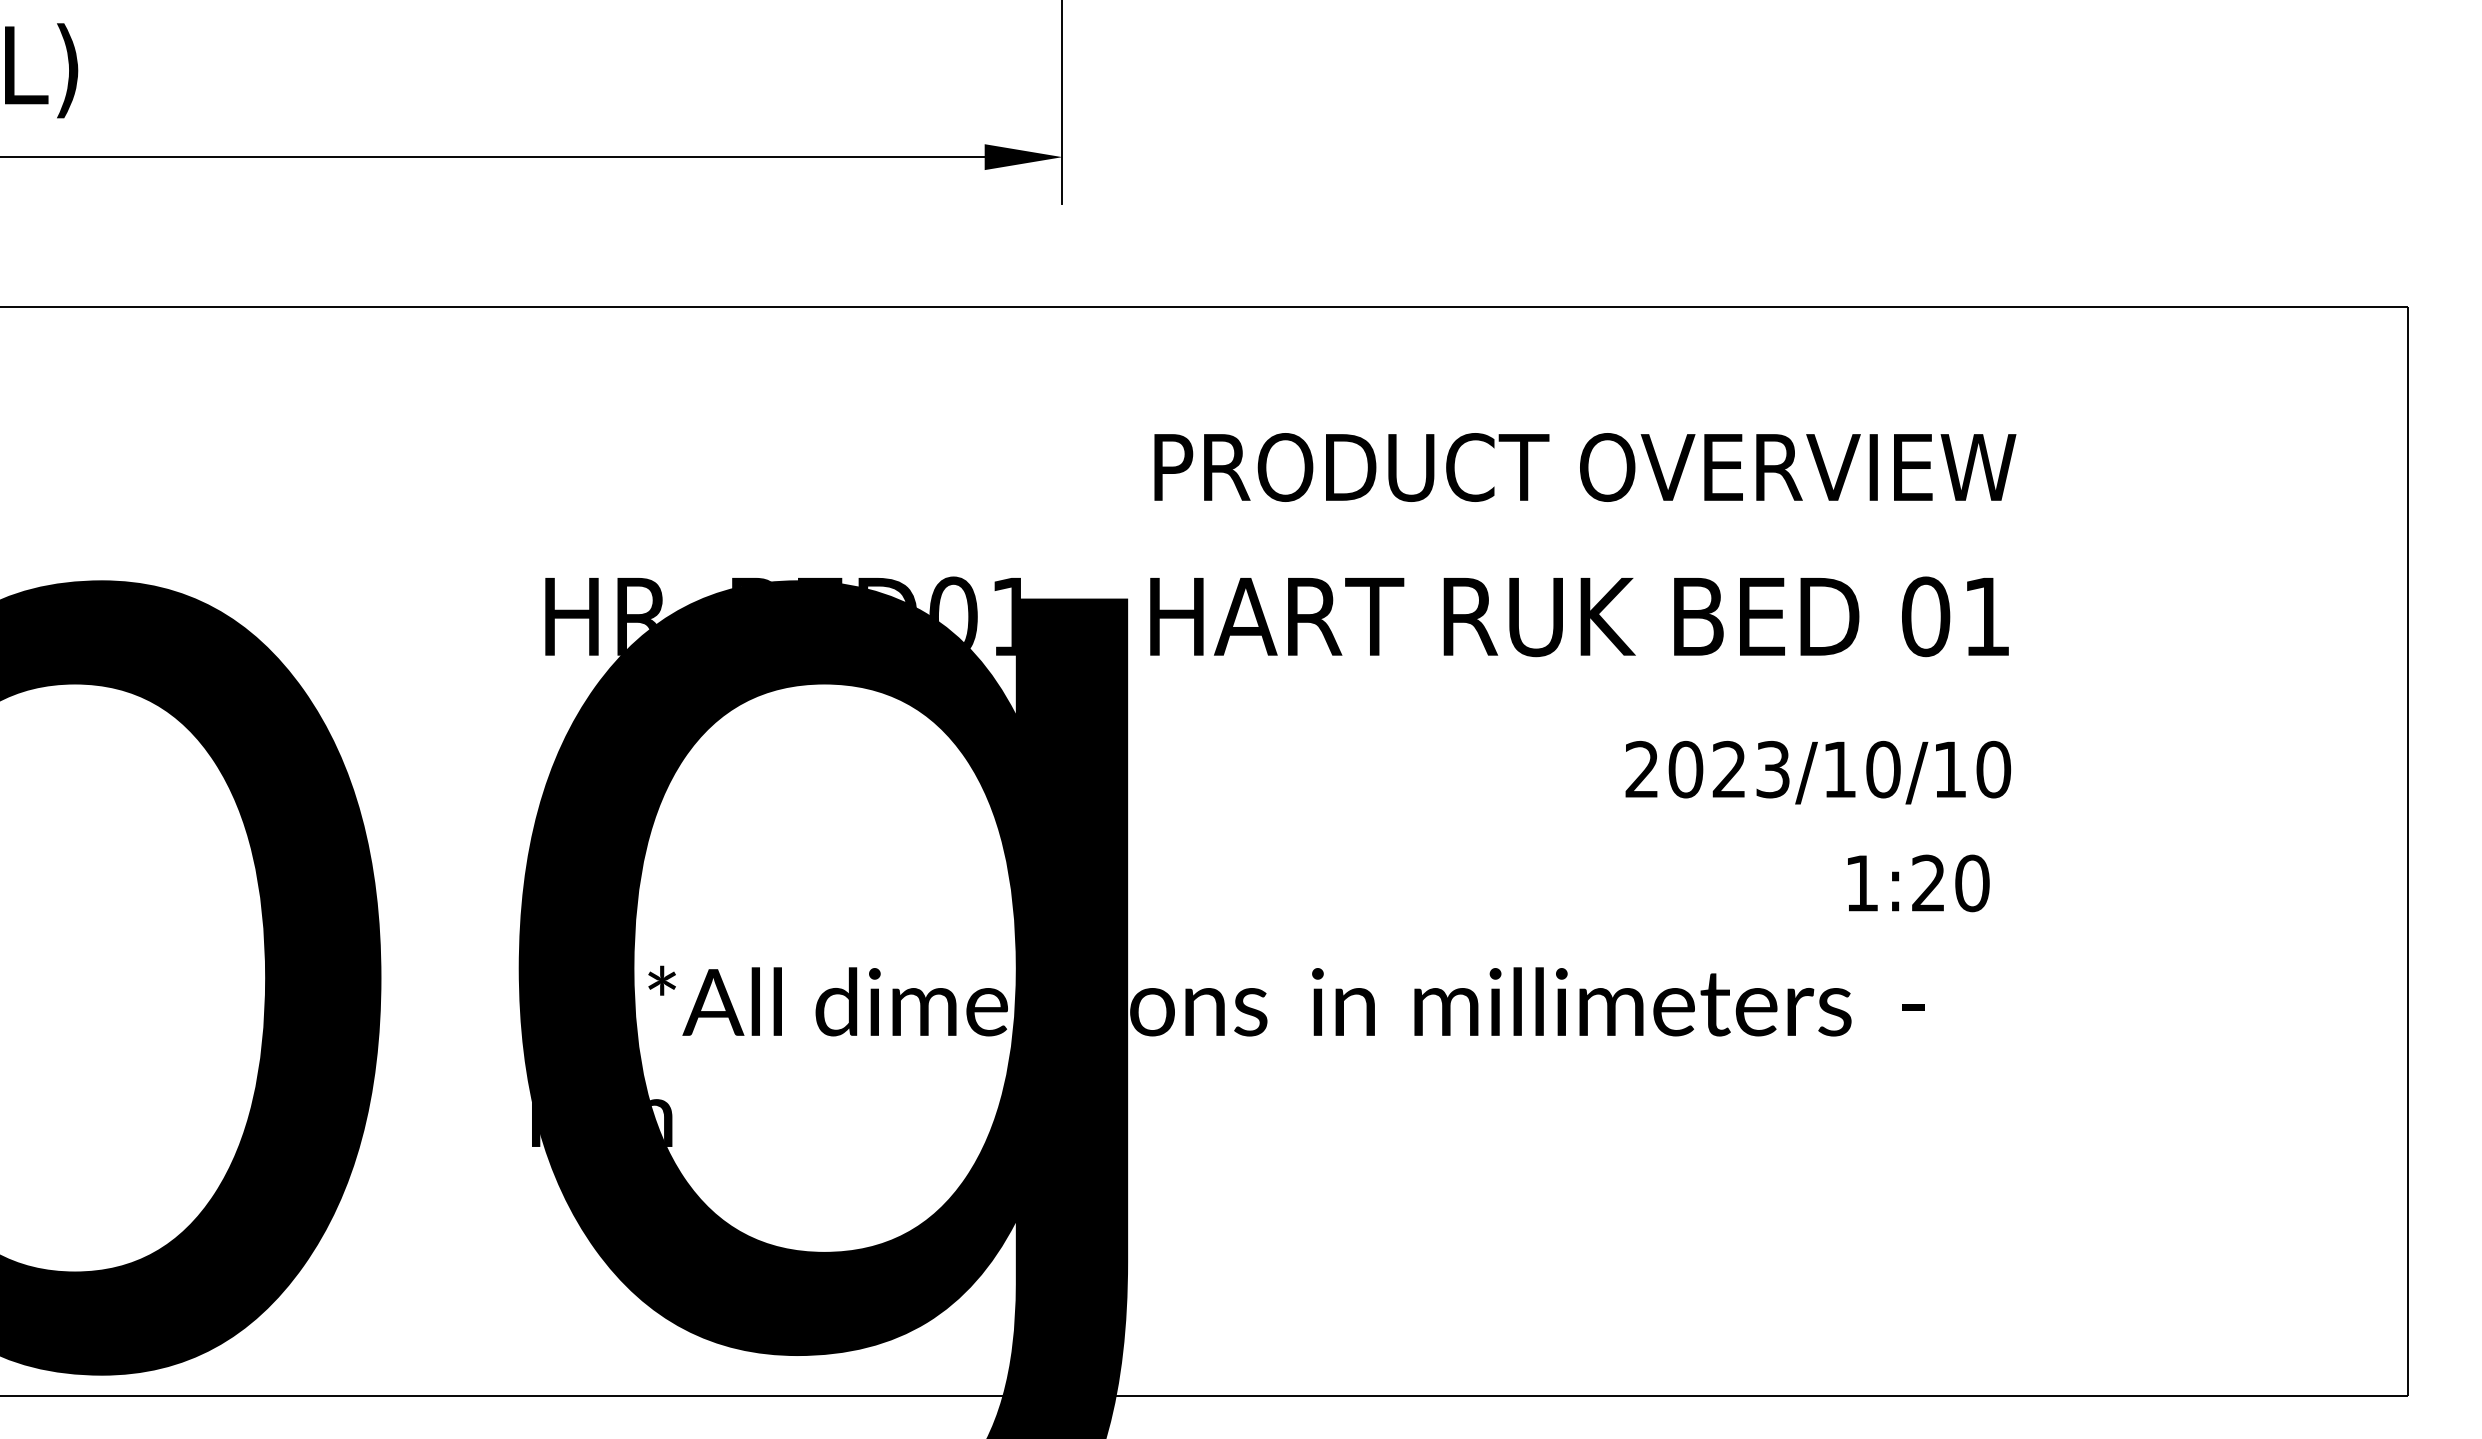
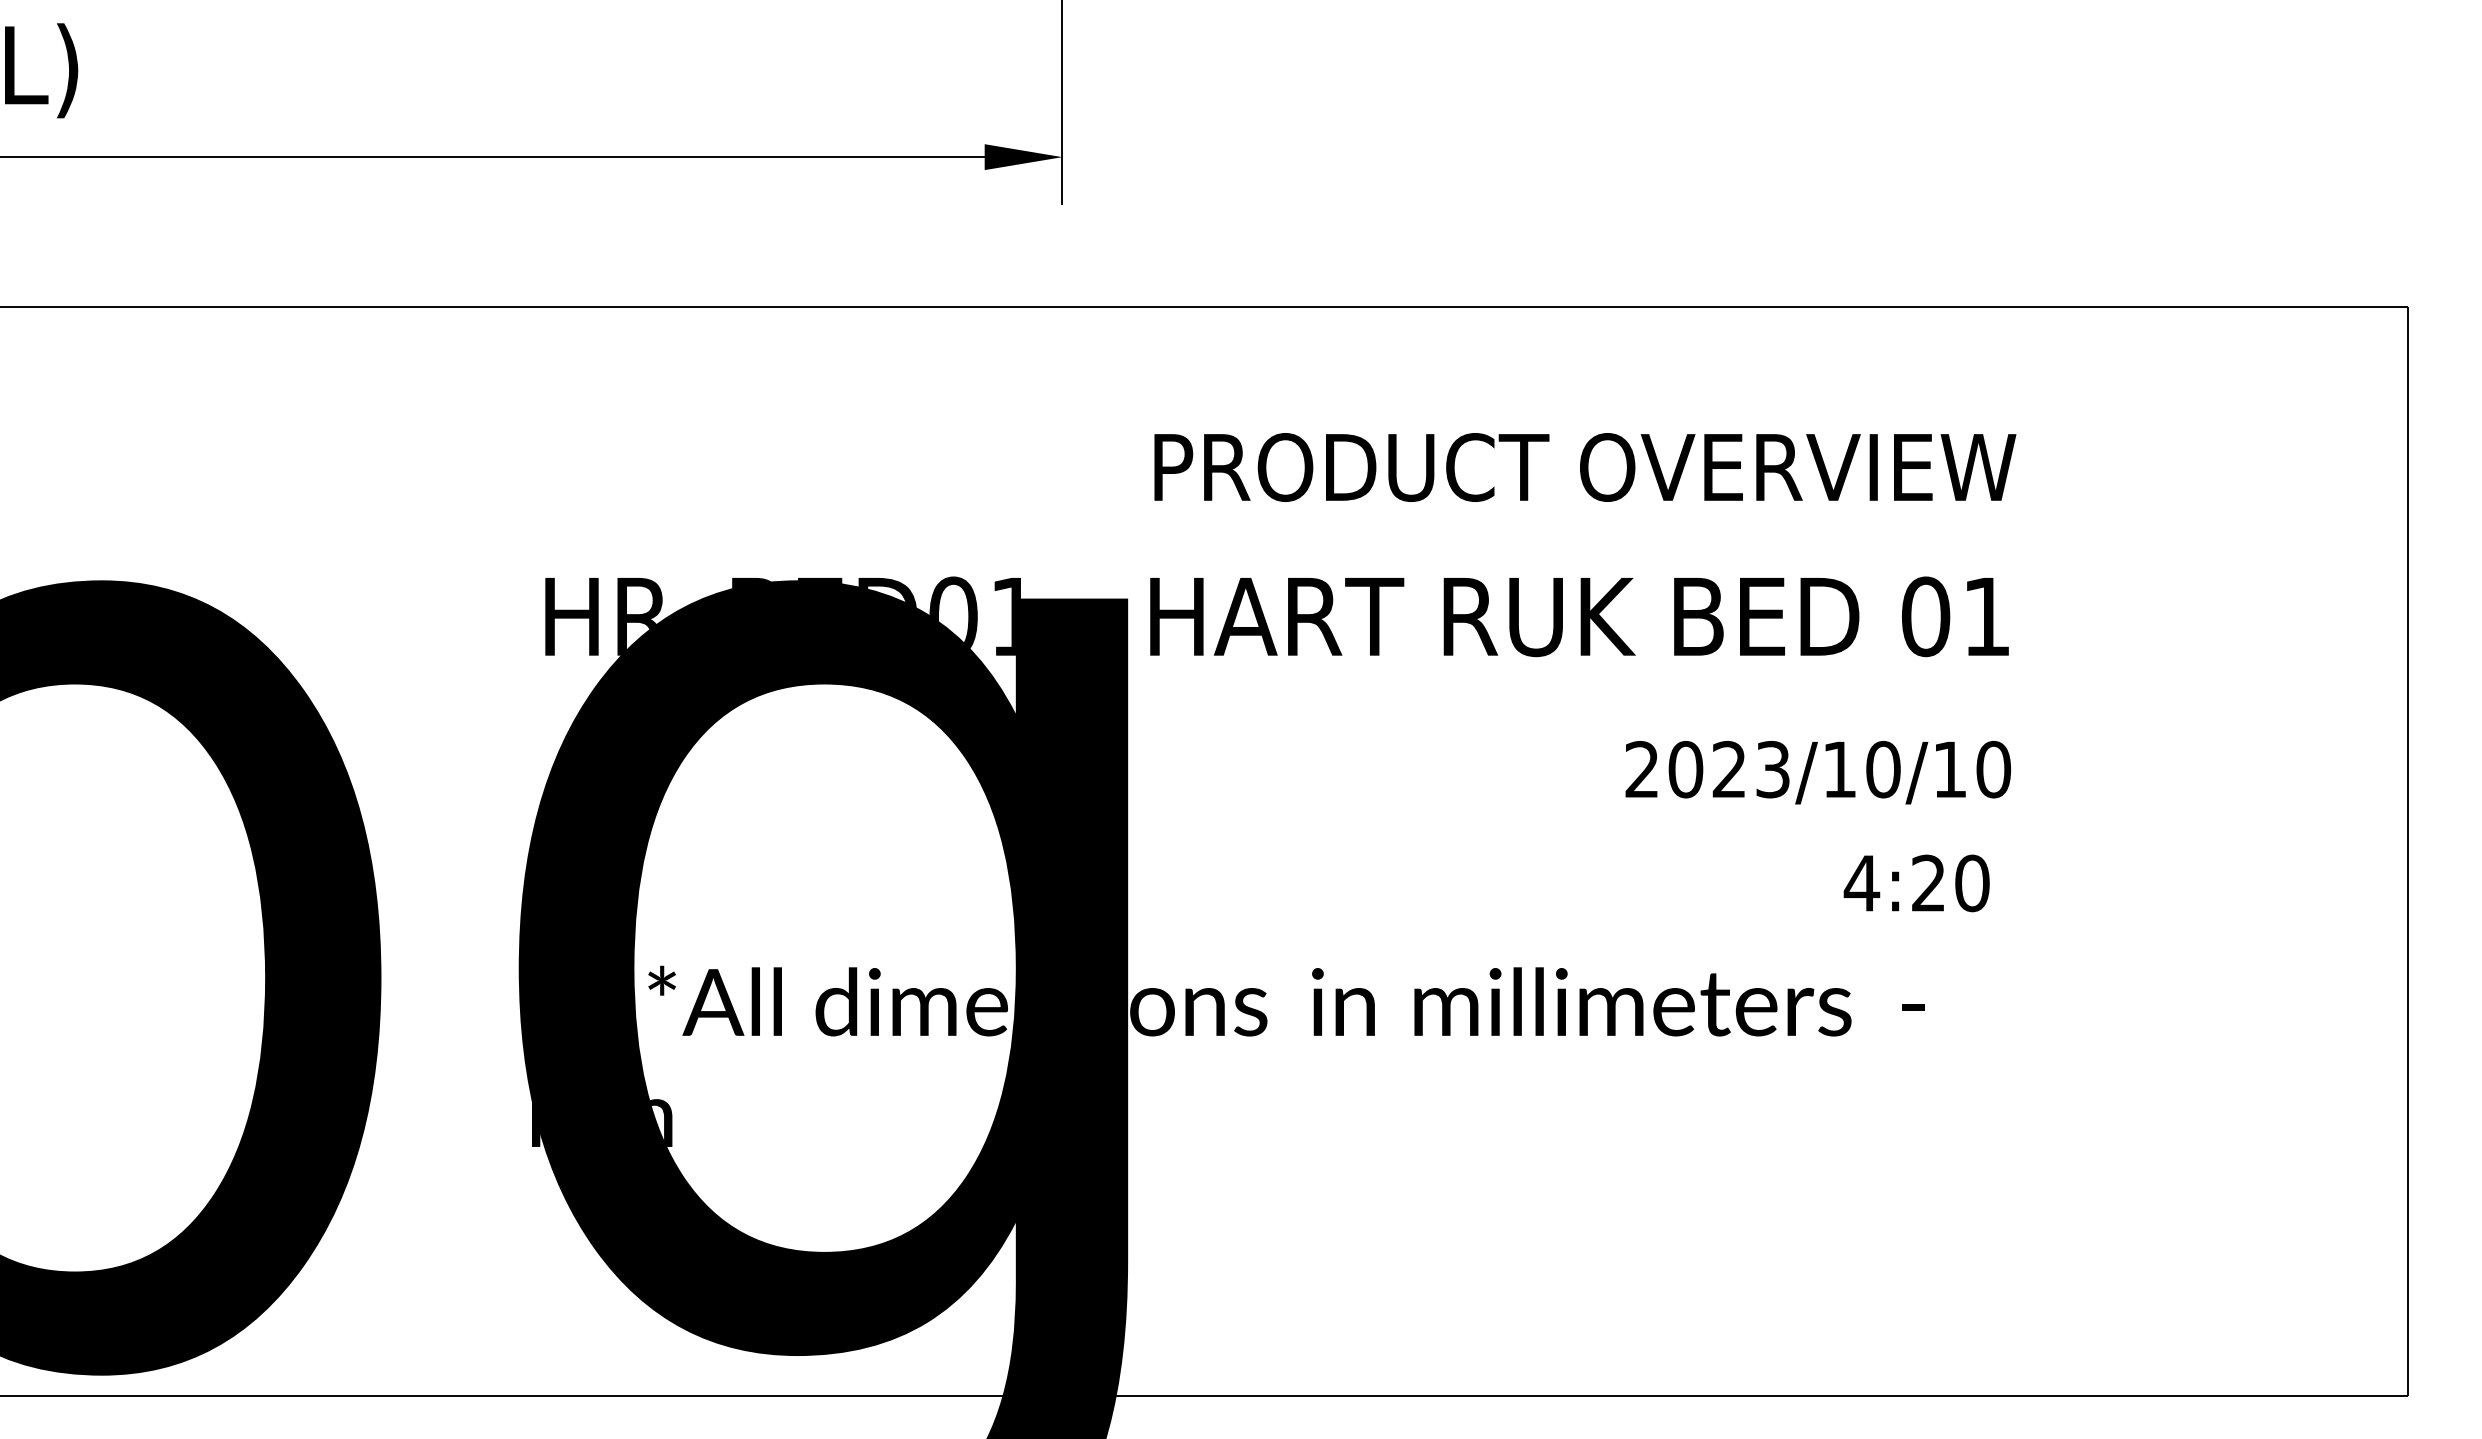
text at (1861, 883): 1:20 -> 4:20
